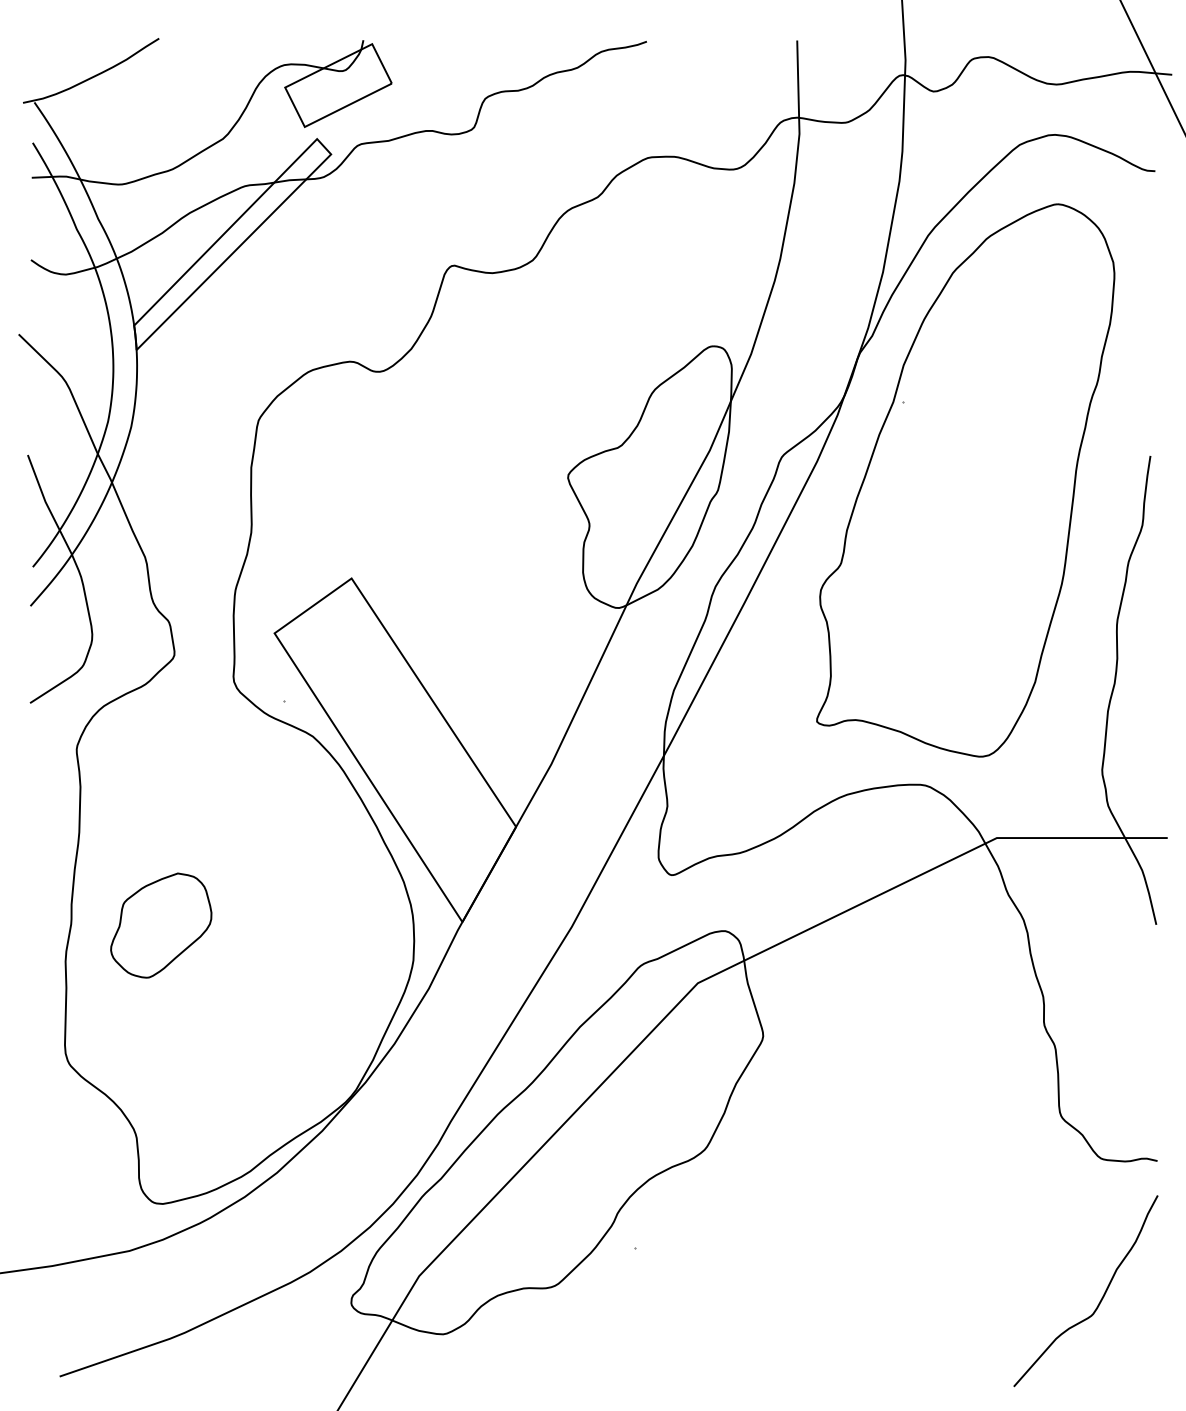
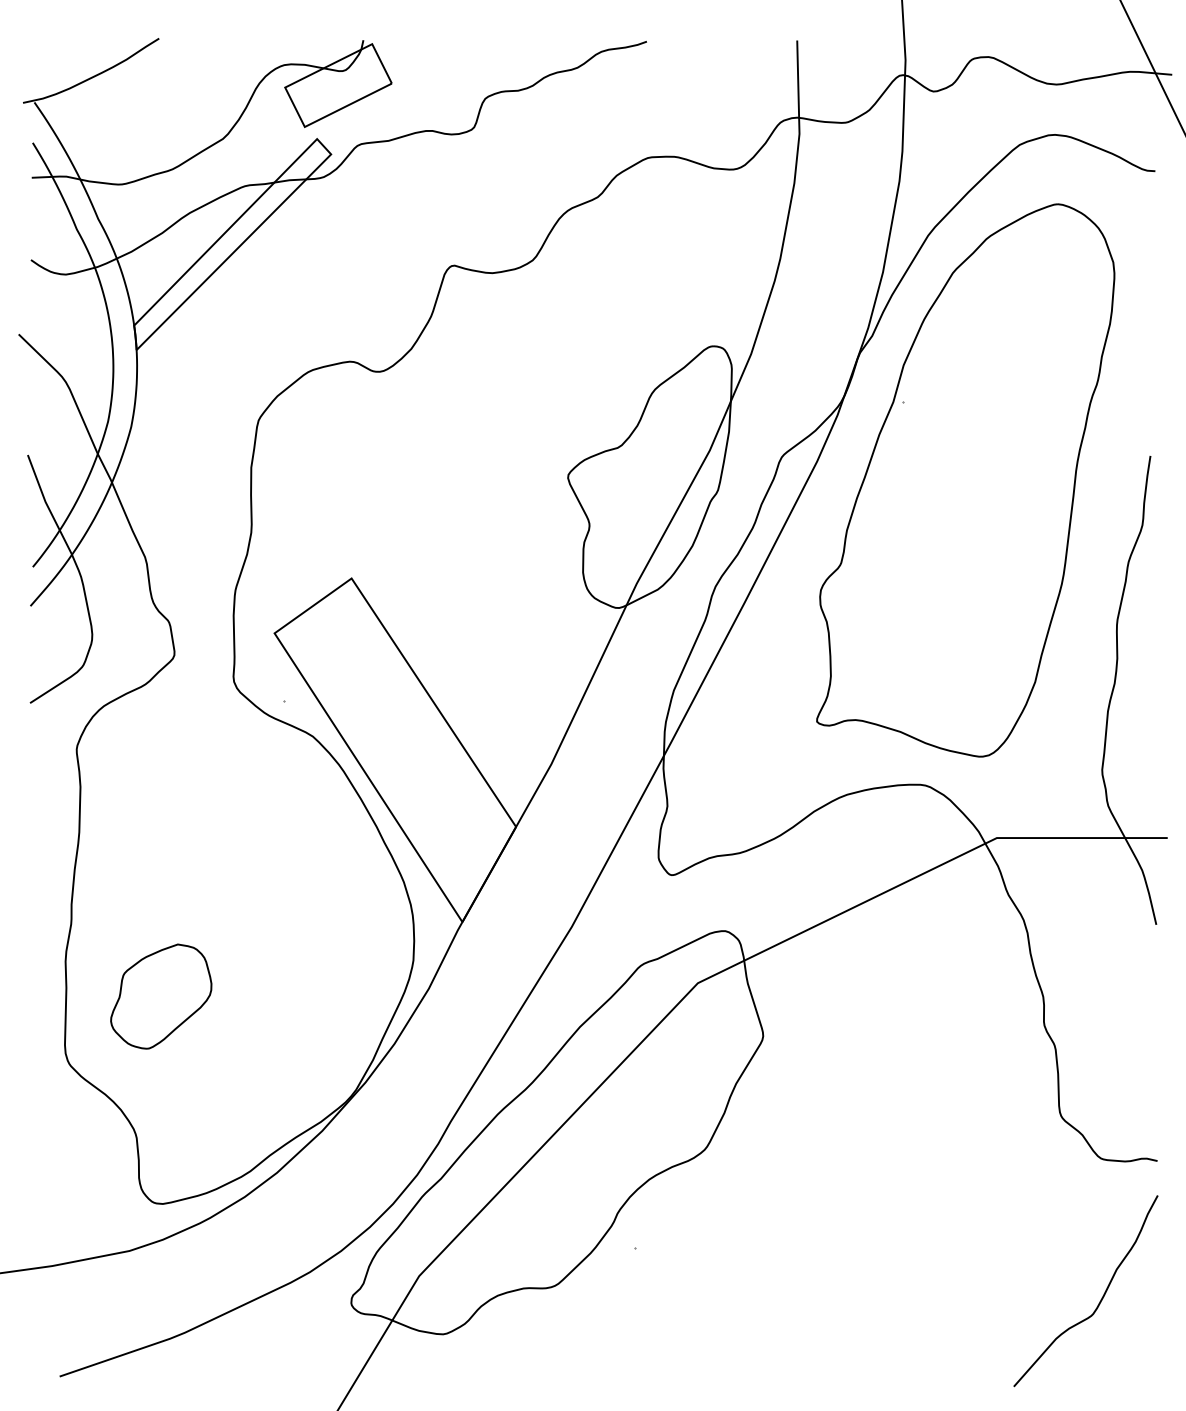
part at (161, 925) position: (161, 925) -> (161, 996)
